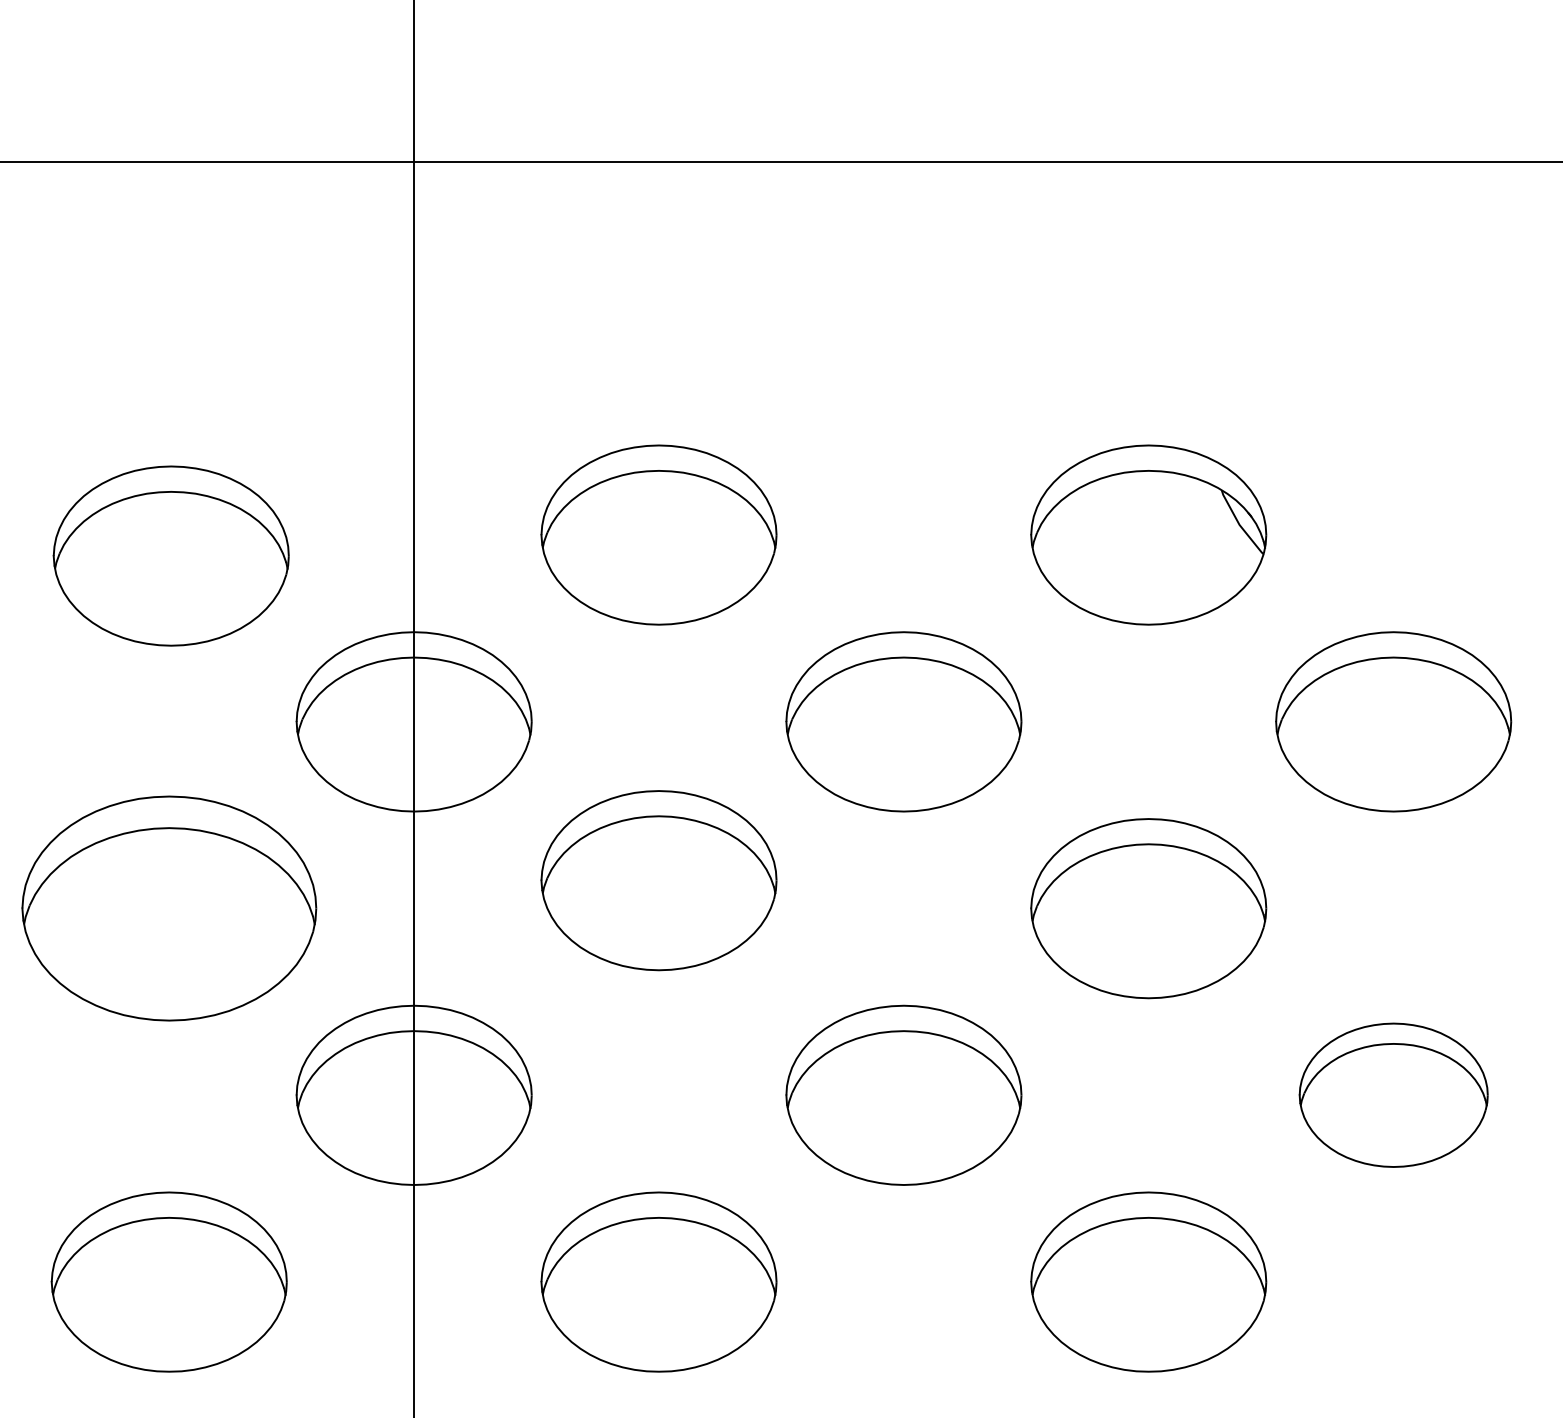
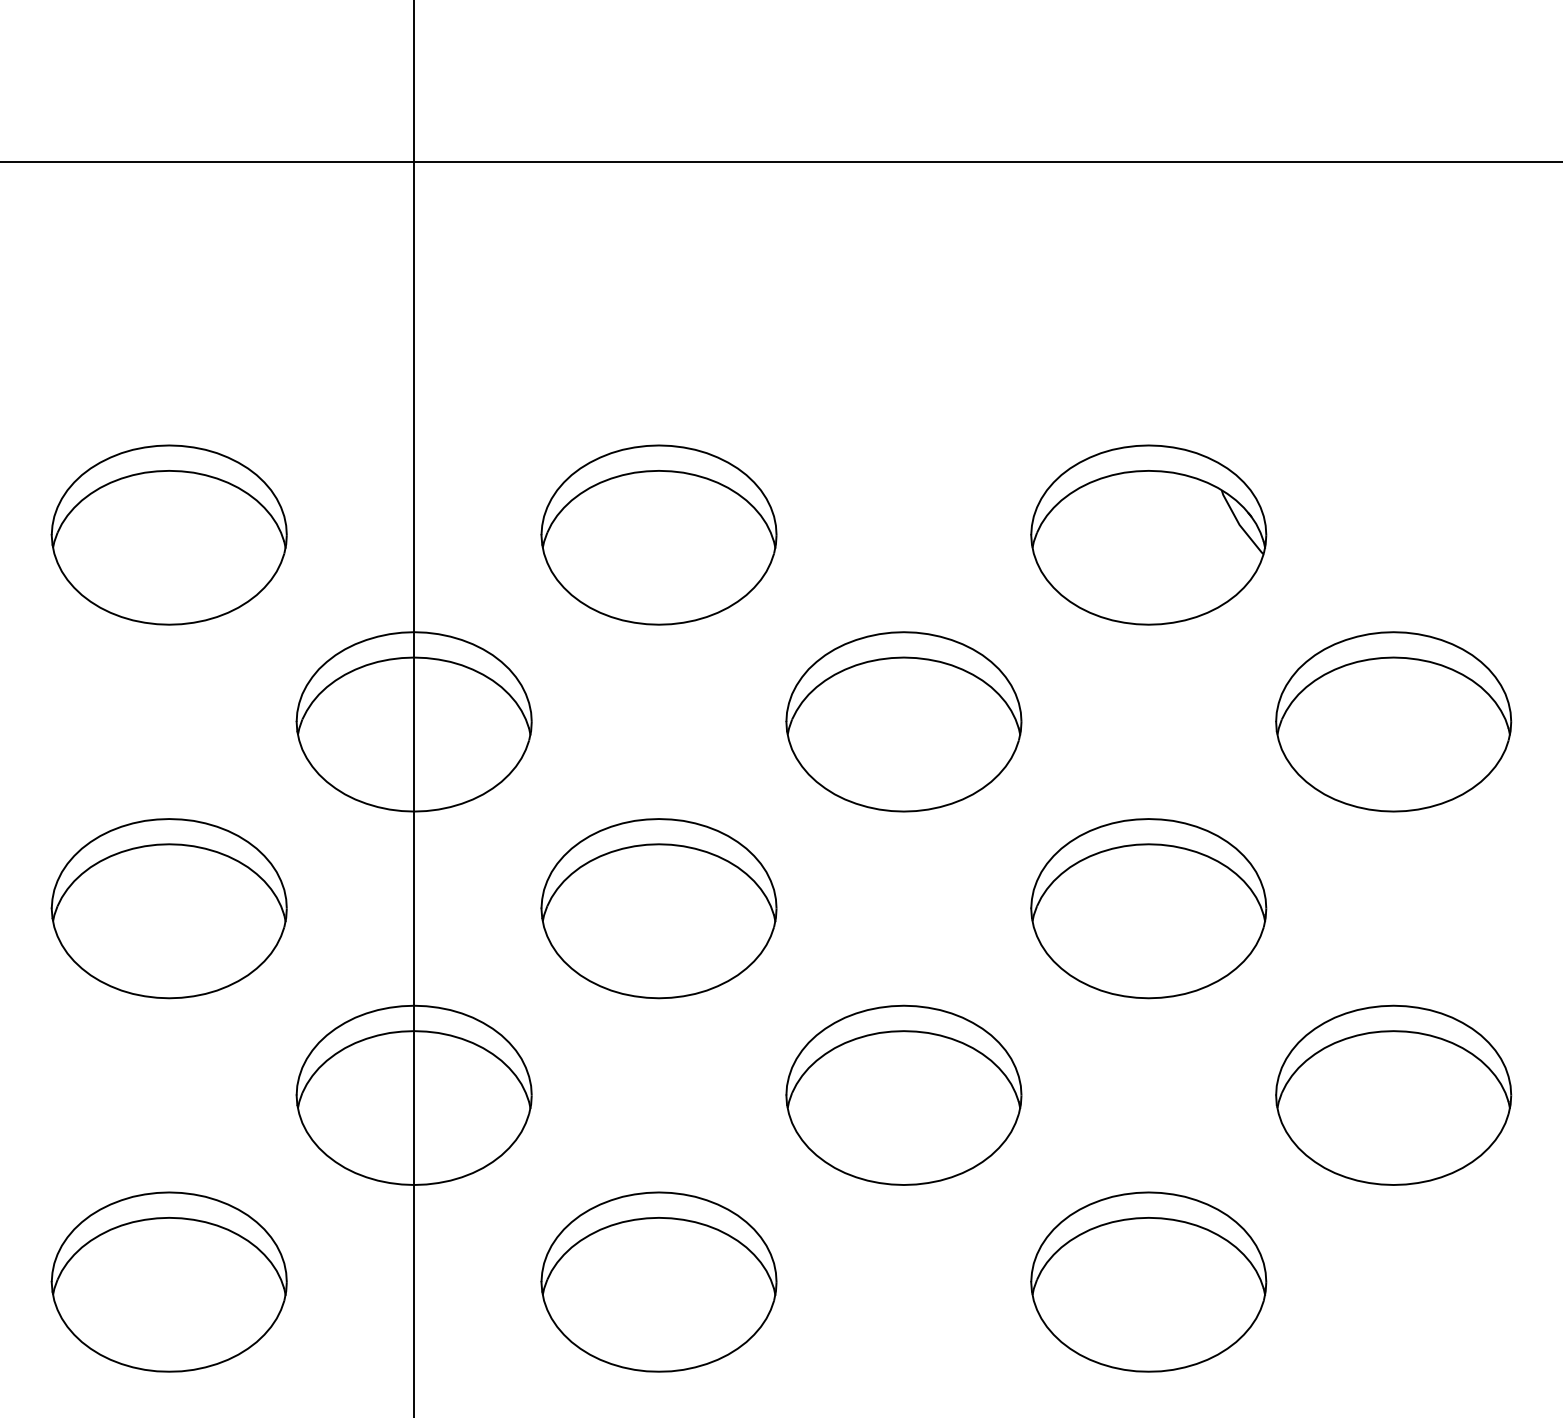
part at (170, 555) position: (170, 555) -> (168, 534)
part at (658, 880) position: (658, 880) -> (658, 908)
part at (169, 908) size: 297x227 px -> 238x182 px
part at (1393, 1094) size: 191x146 px -> 238x182 px
